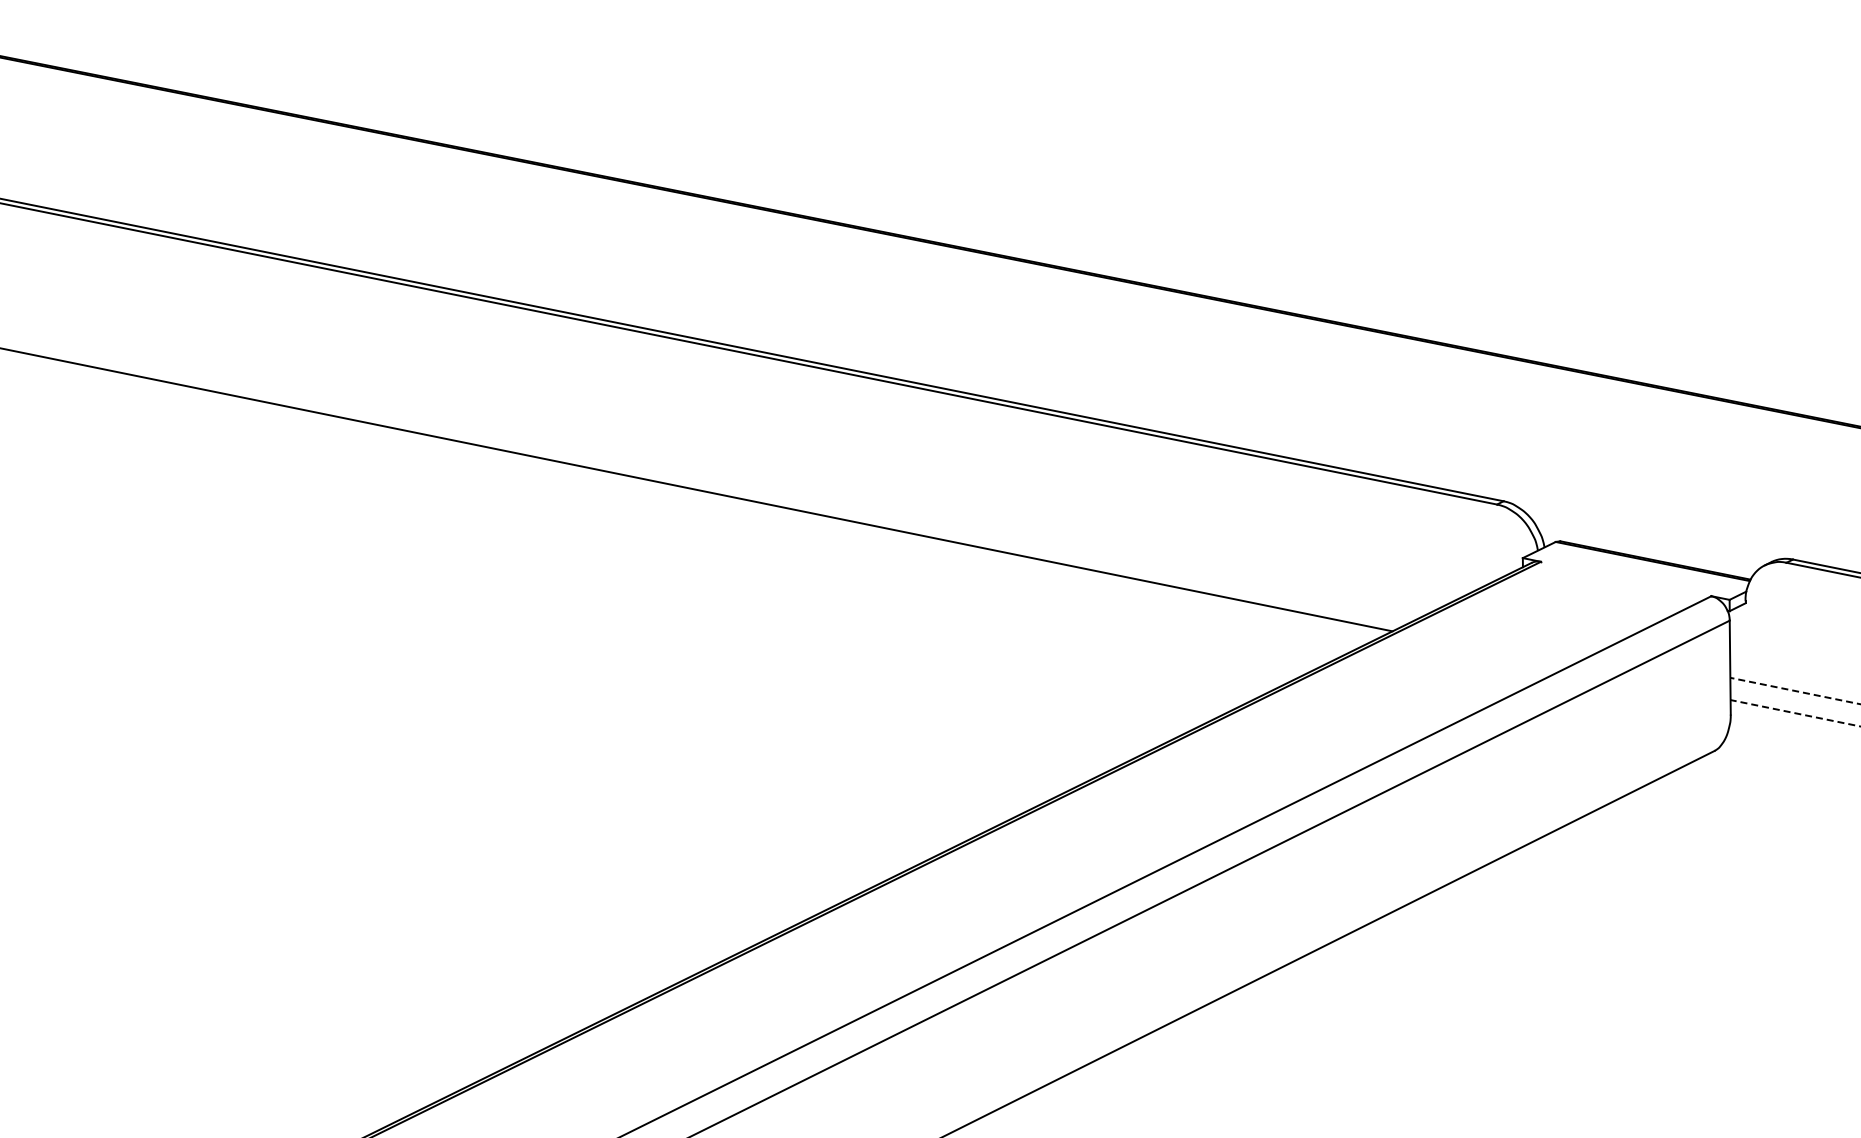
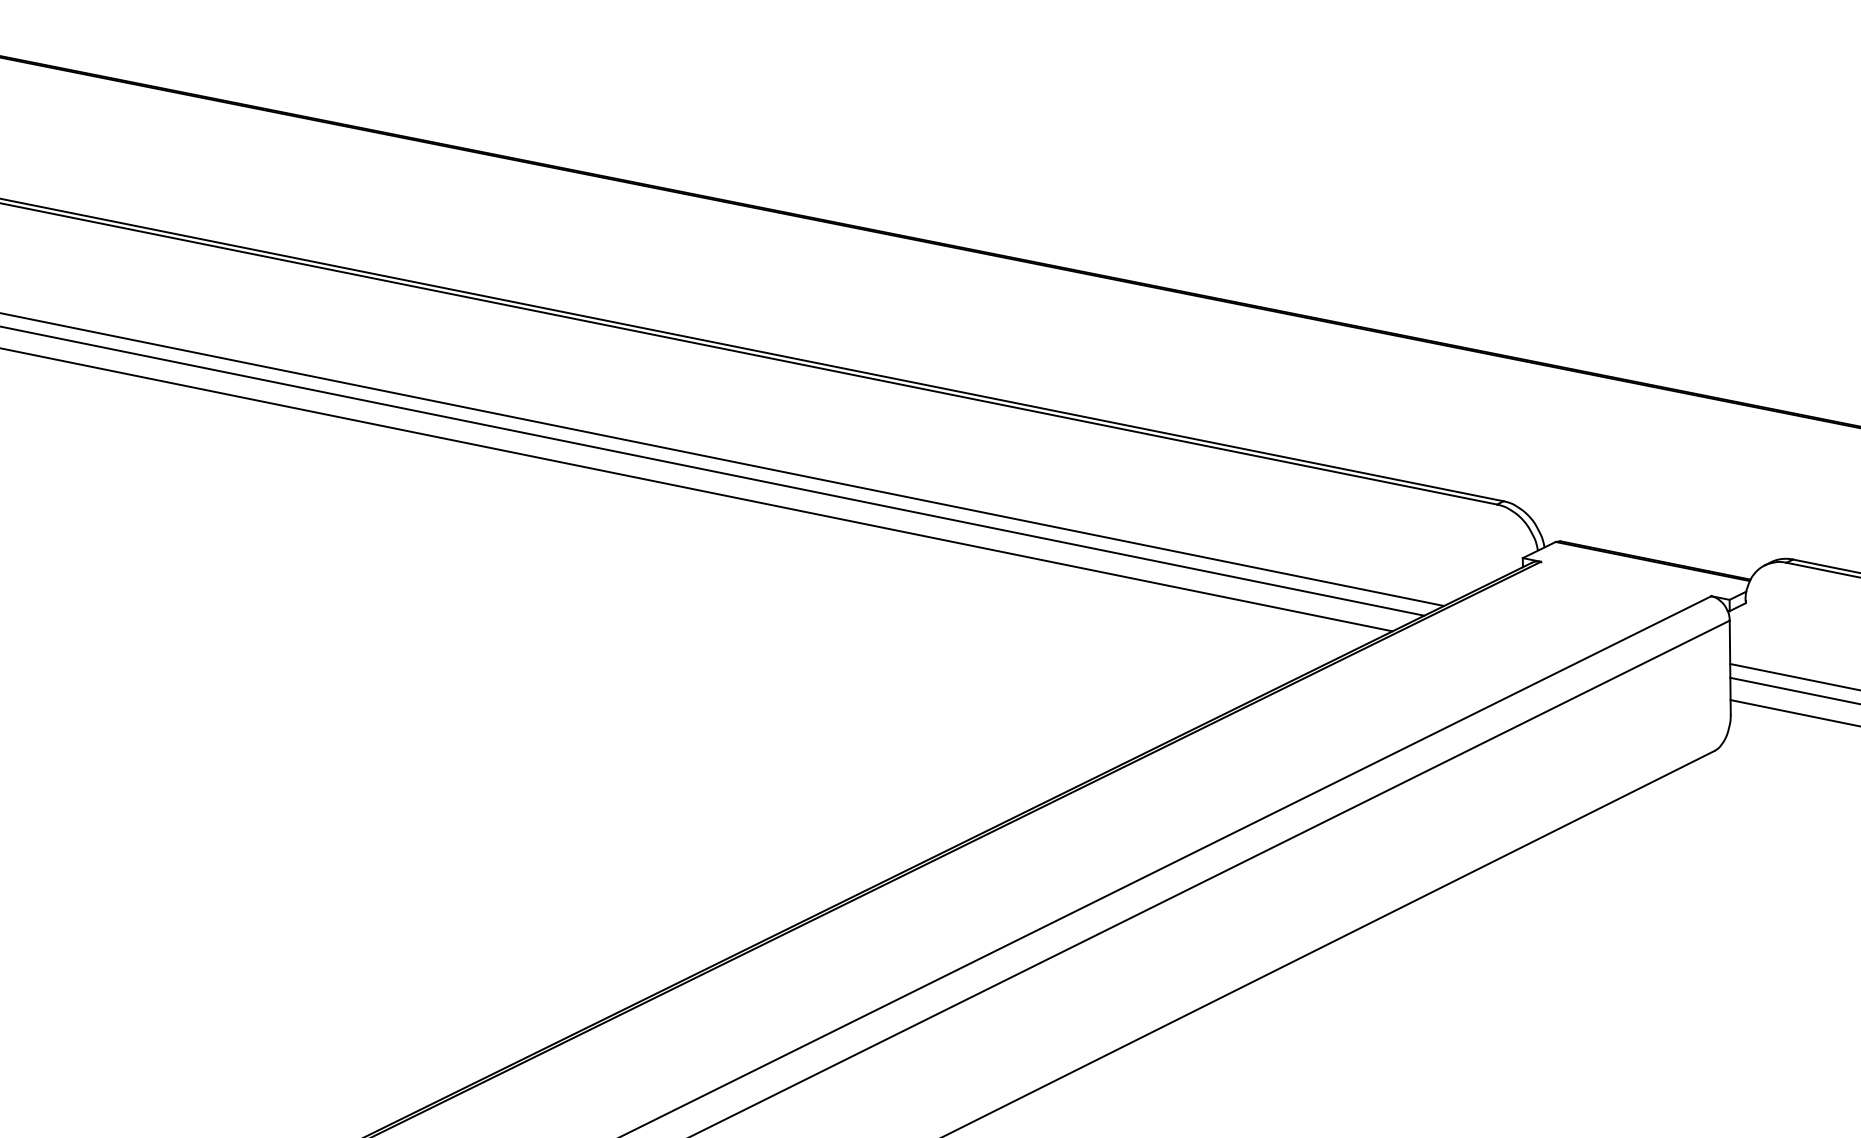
line at (723, 459): none -> present
line at (713, 471): none -> present
line at (1793, 676): none -> present
line at (1795, 690): dashed -> solid
line at (1795, 713): dashed -> solid
